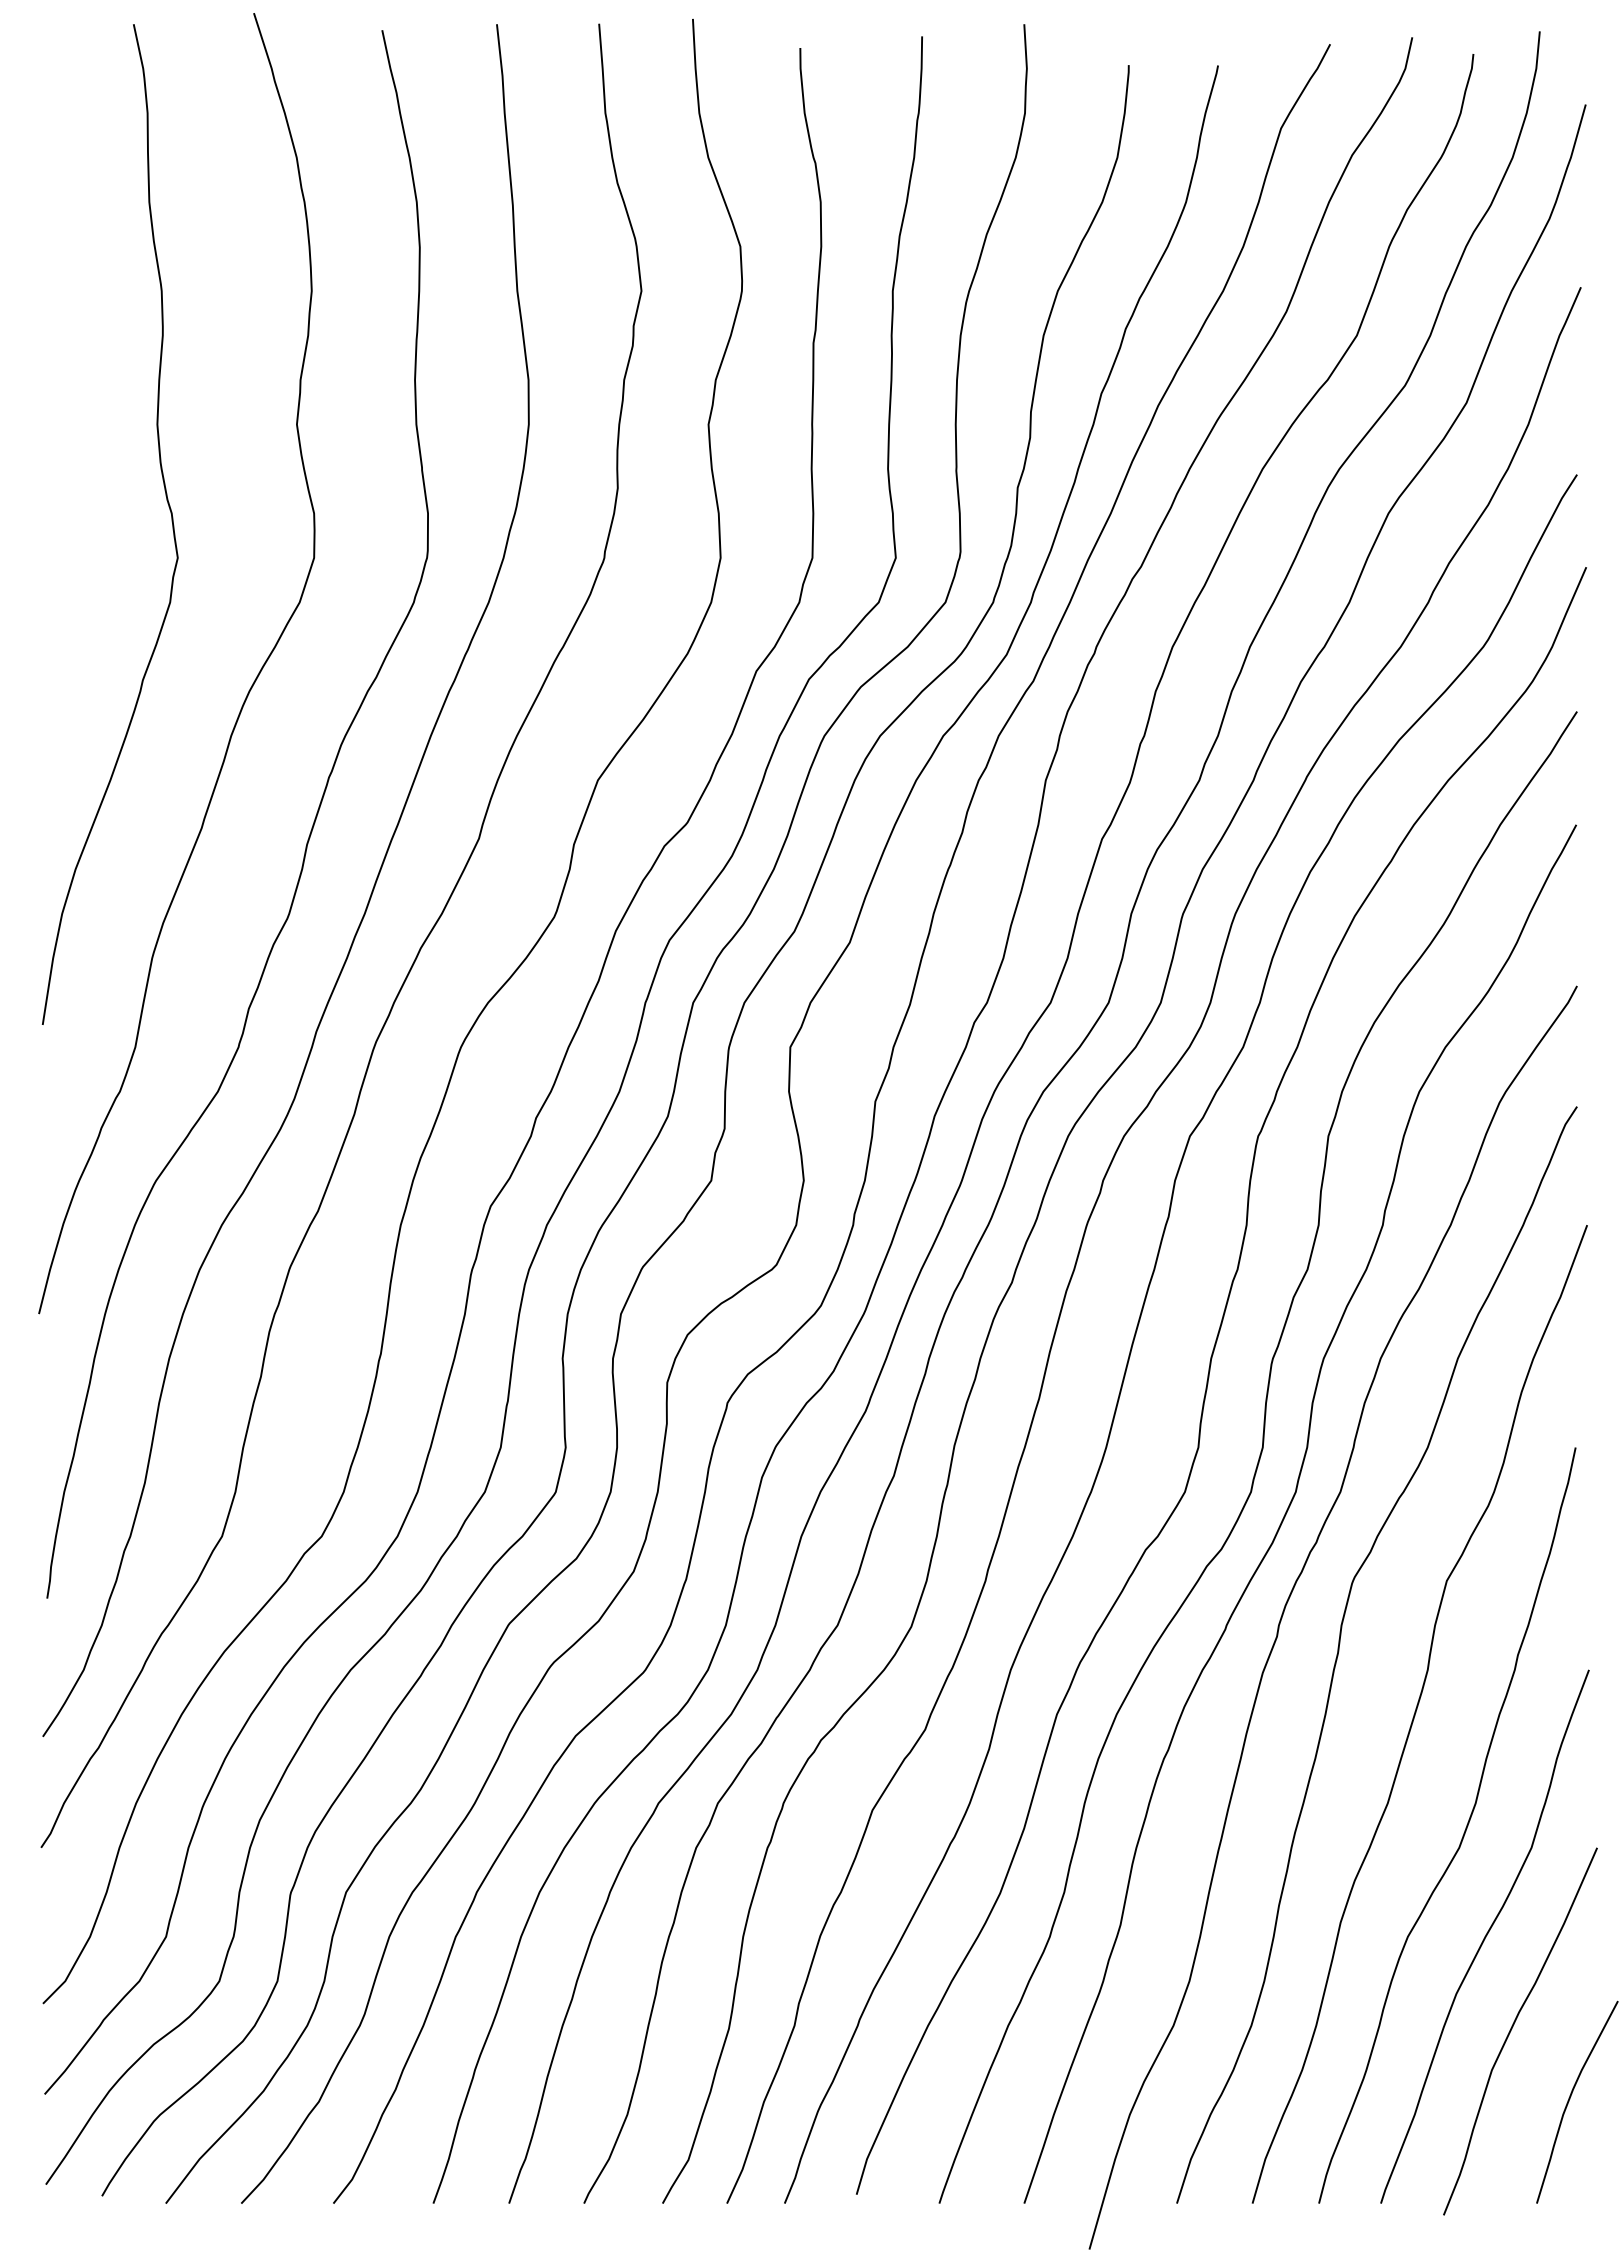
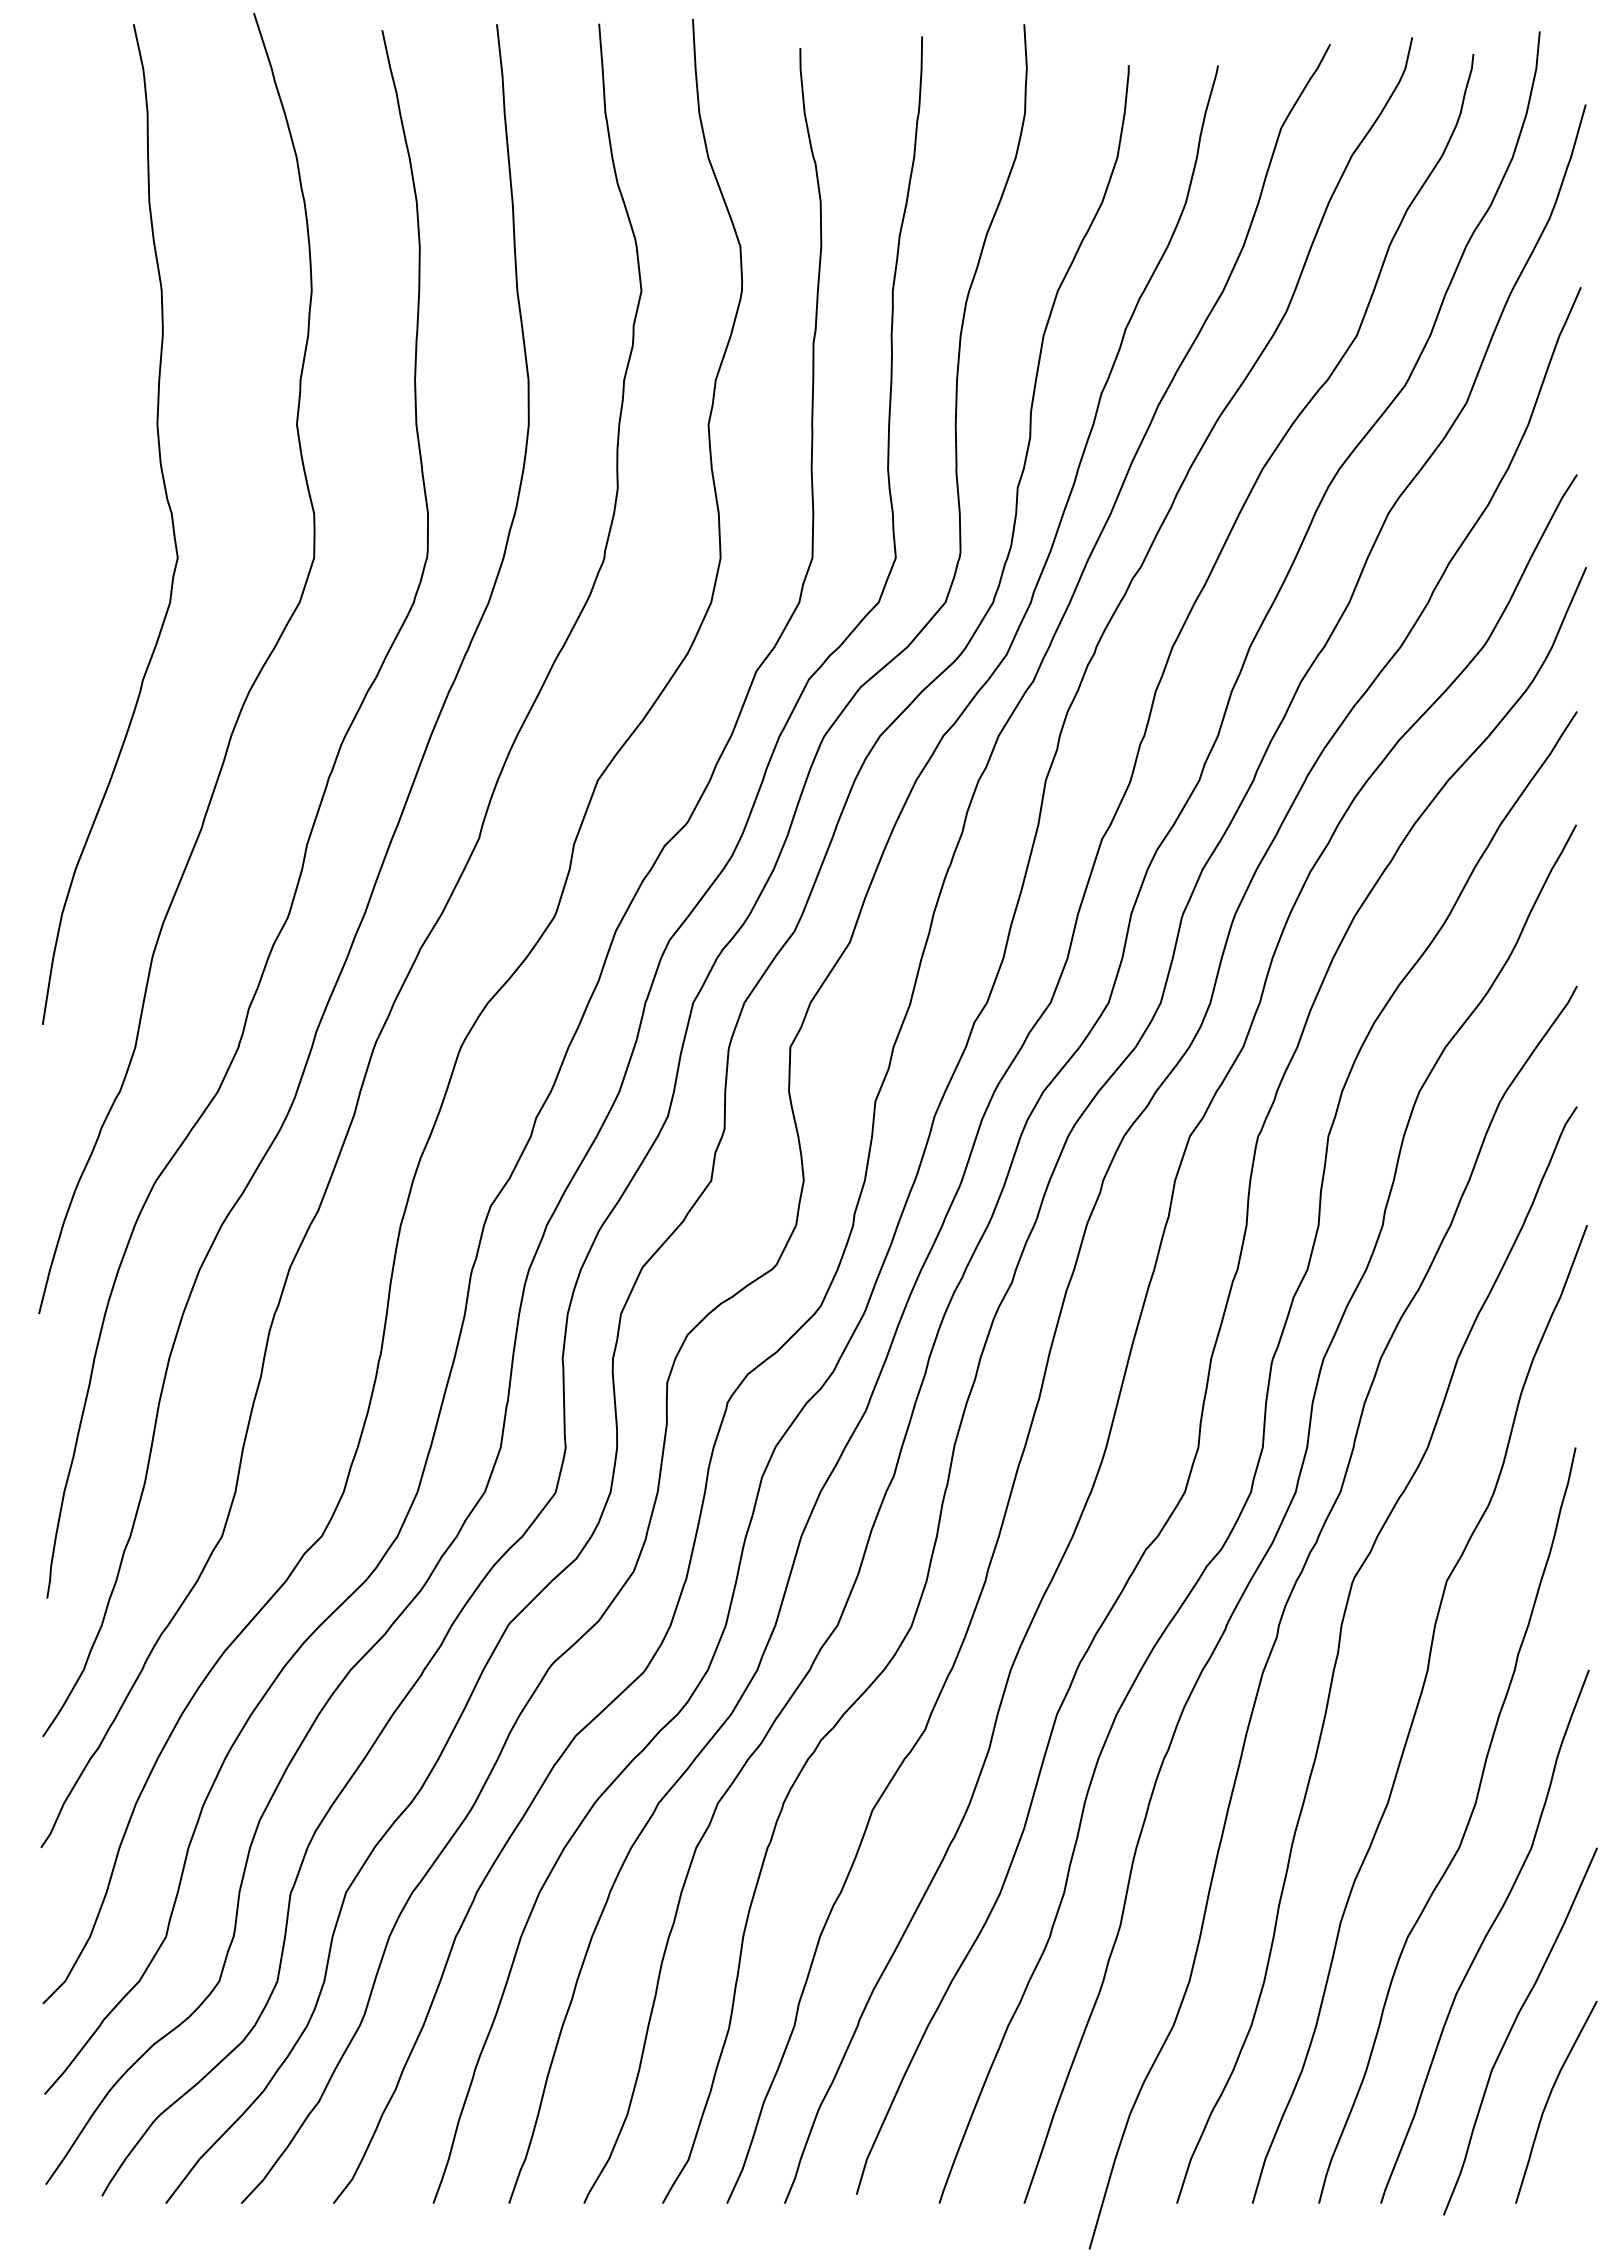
curve at (1570, 2099) position: (1570, 2099) -> (1549, 2099)
